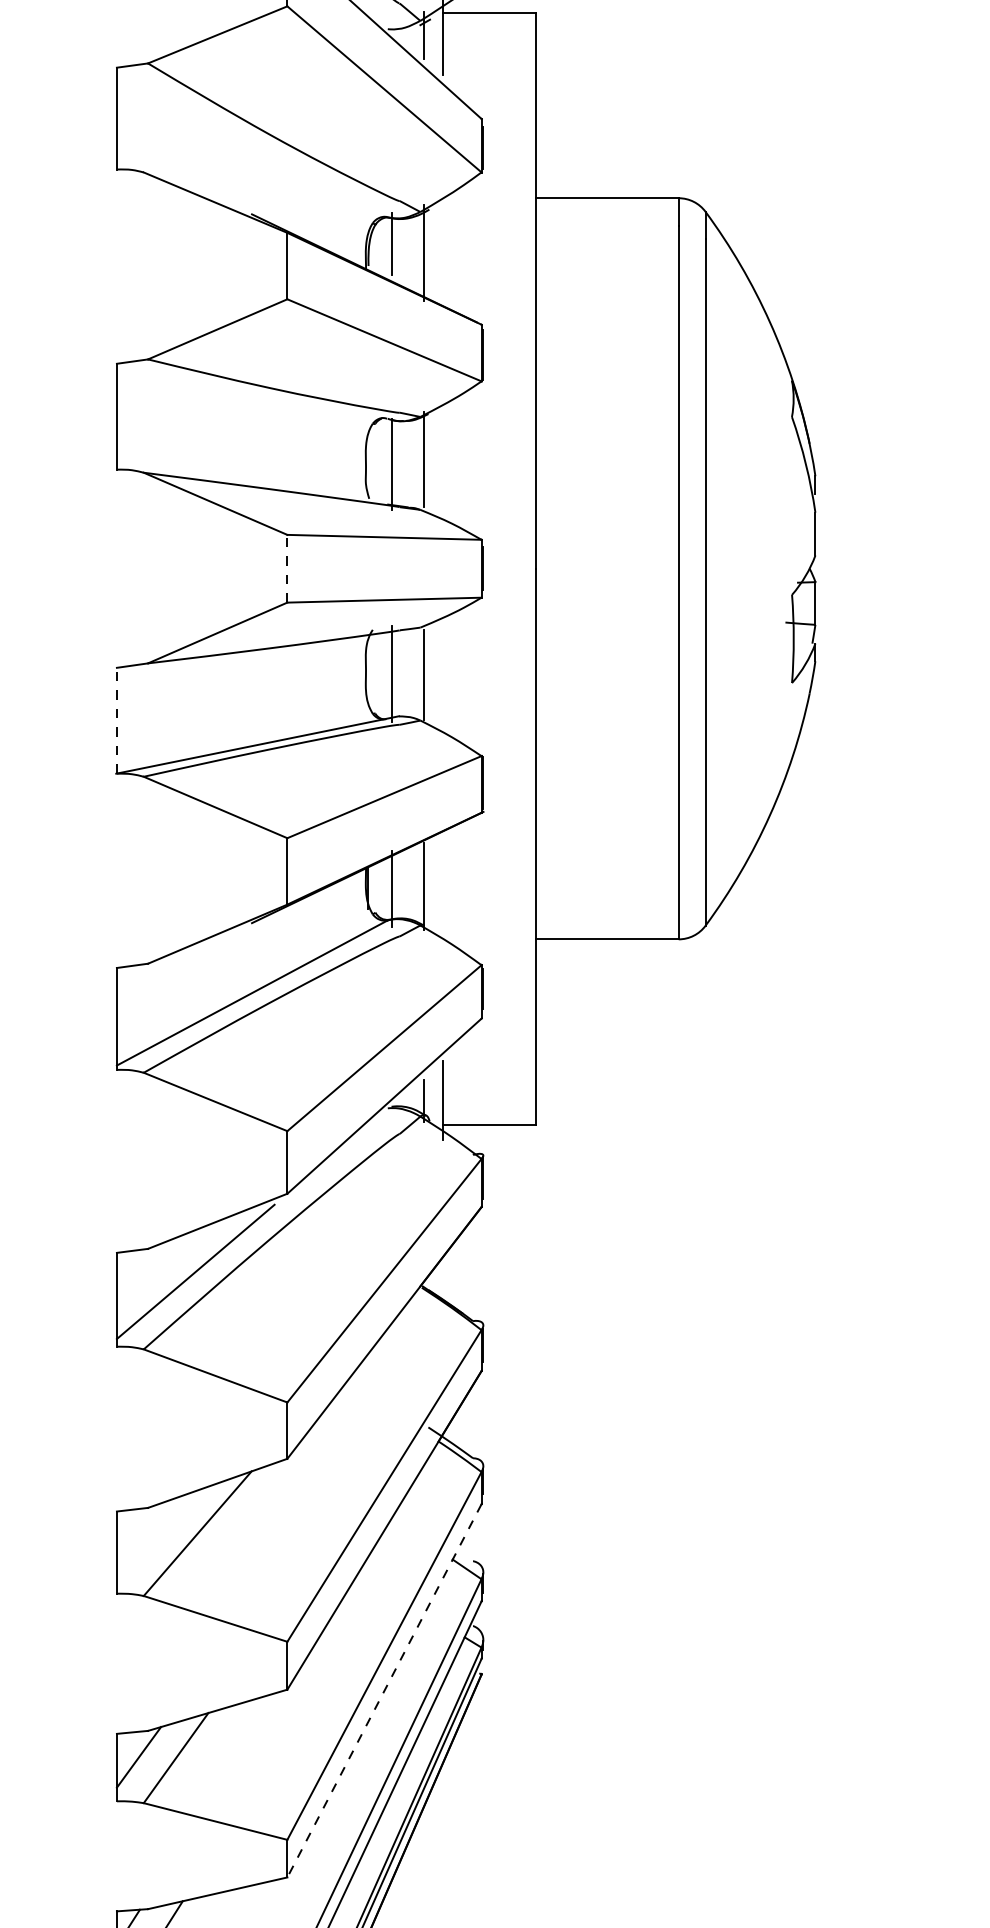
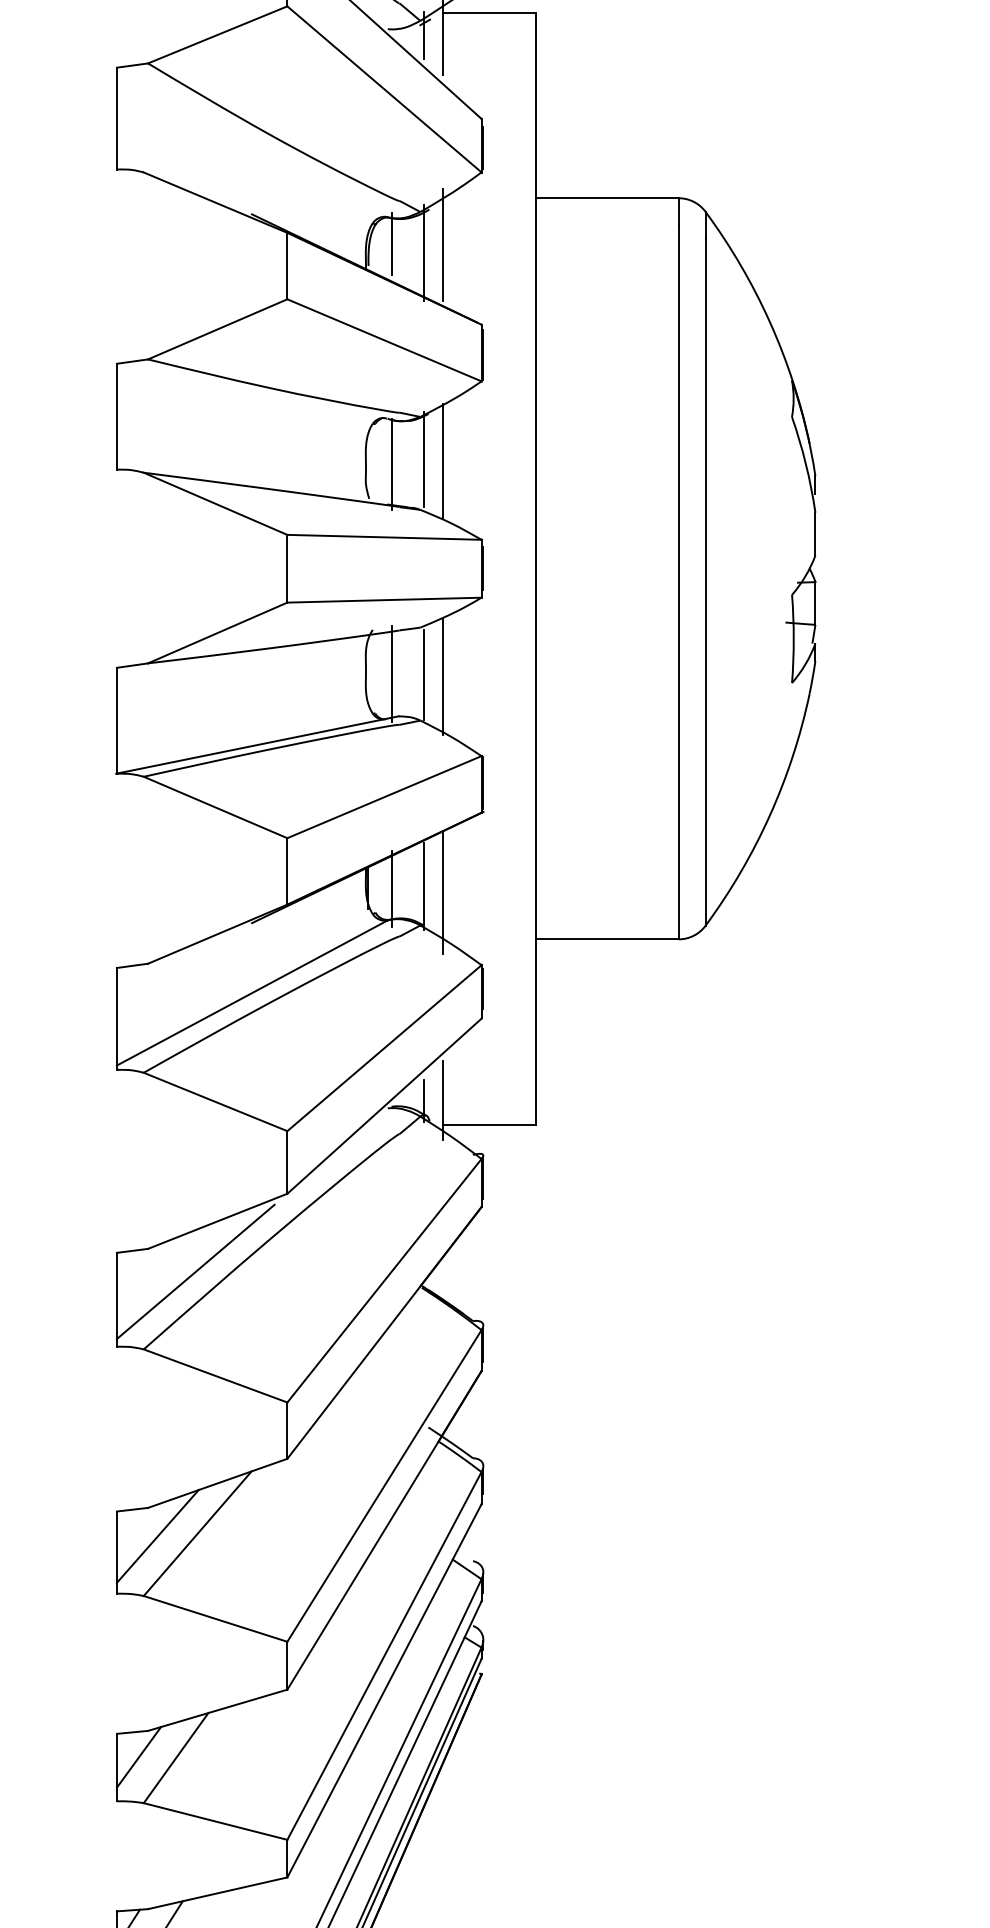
line at (442, 244): none -> present
line at (442, 461): none -> present
line at (287, 568): dashed -> solid
line at (442, 676): none -> present
line at (116, 720): dashed -> solid
line at (442, 893): none -> present
line at (157, 1536): none -> present
line at (384, 1691): dashed -> solid
